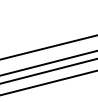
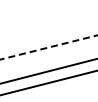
line at (49, 47): solid -> dashed
line at (48, 63): present -> none
